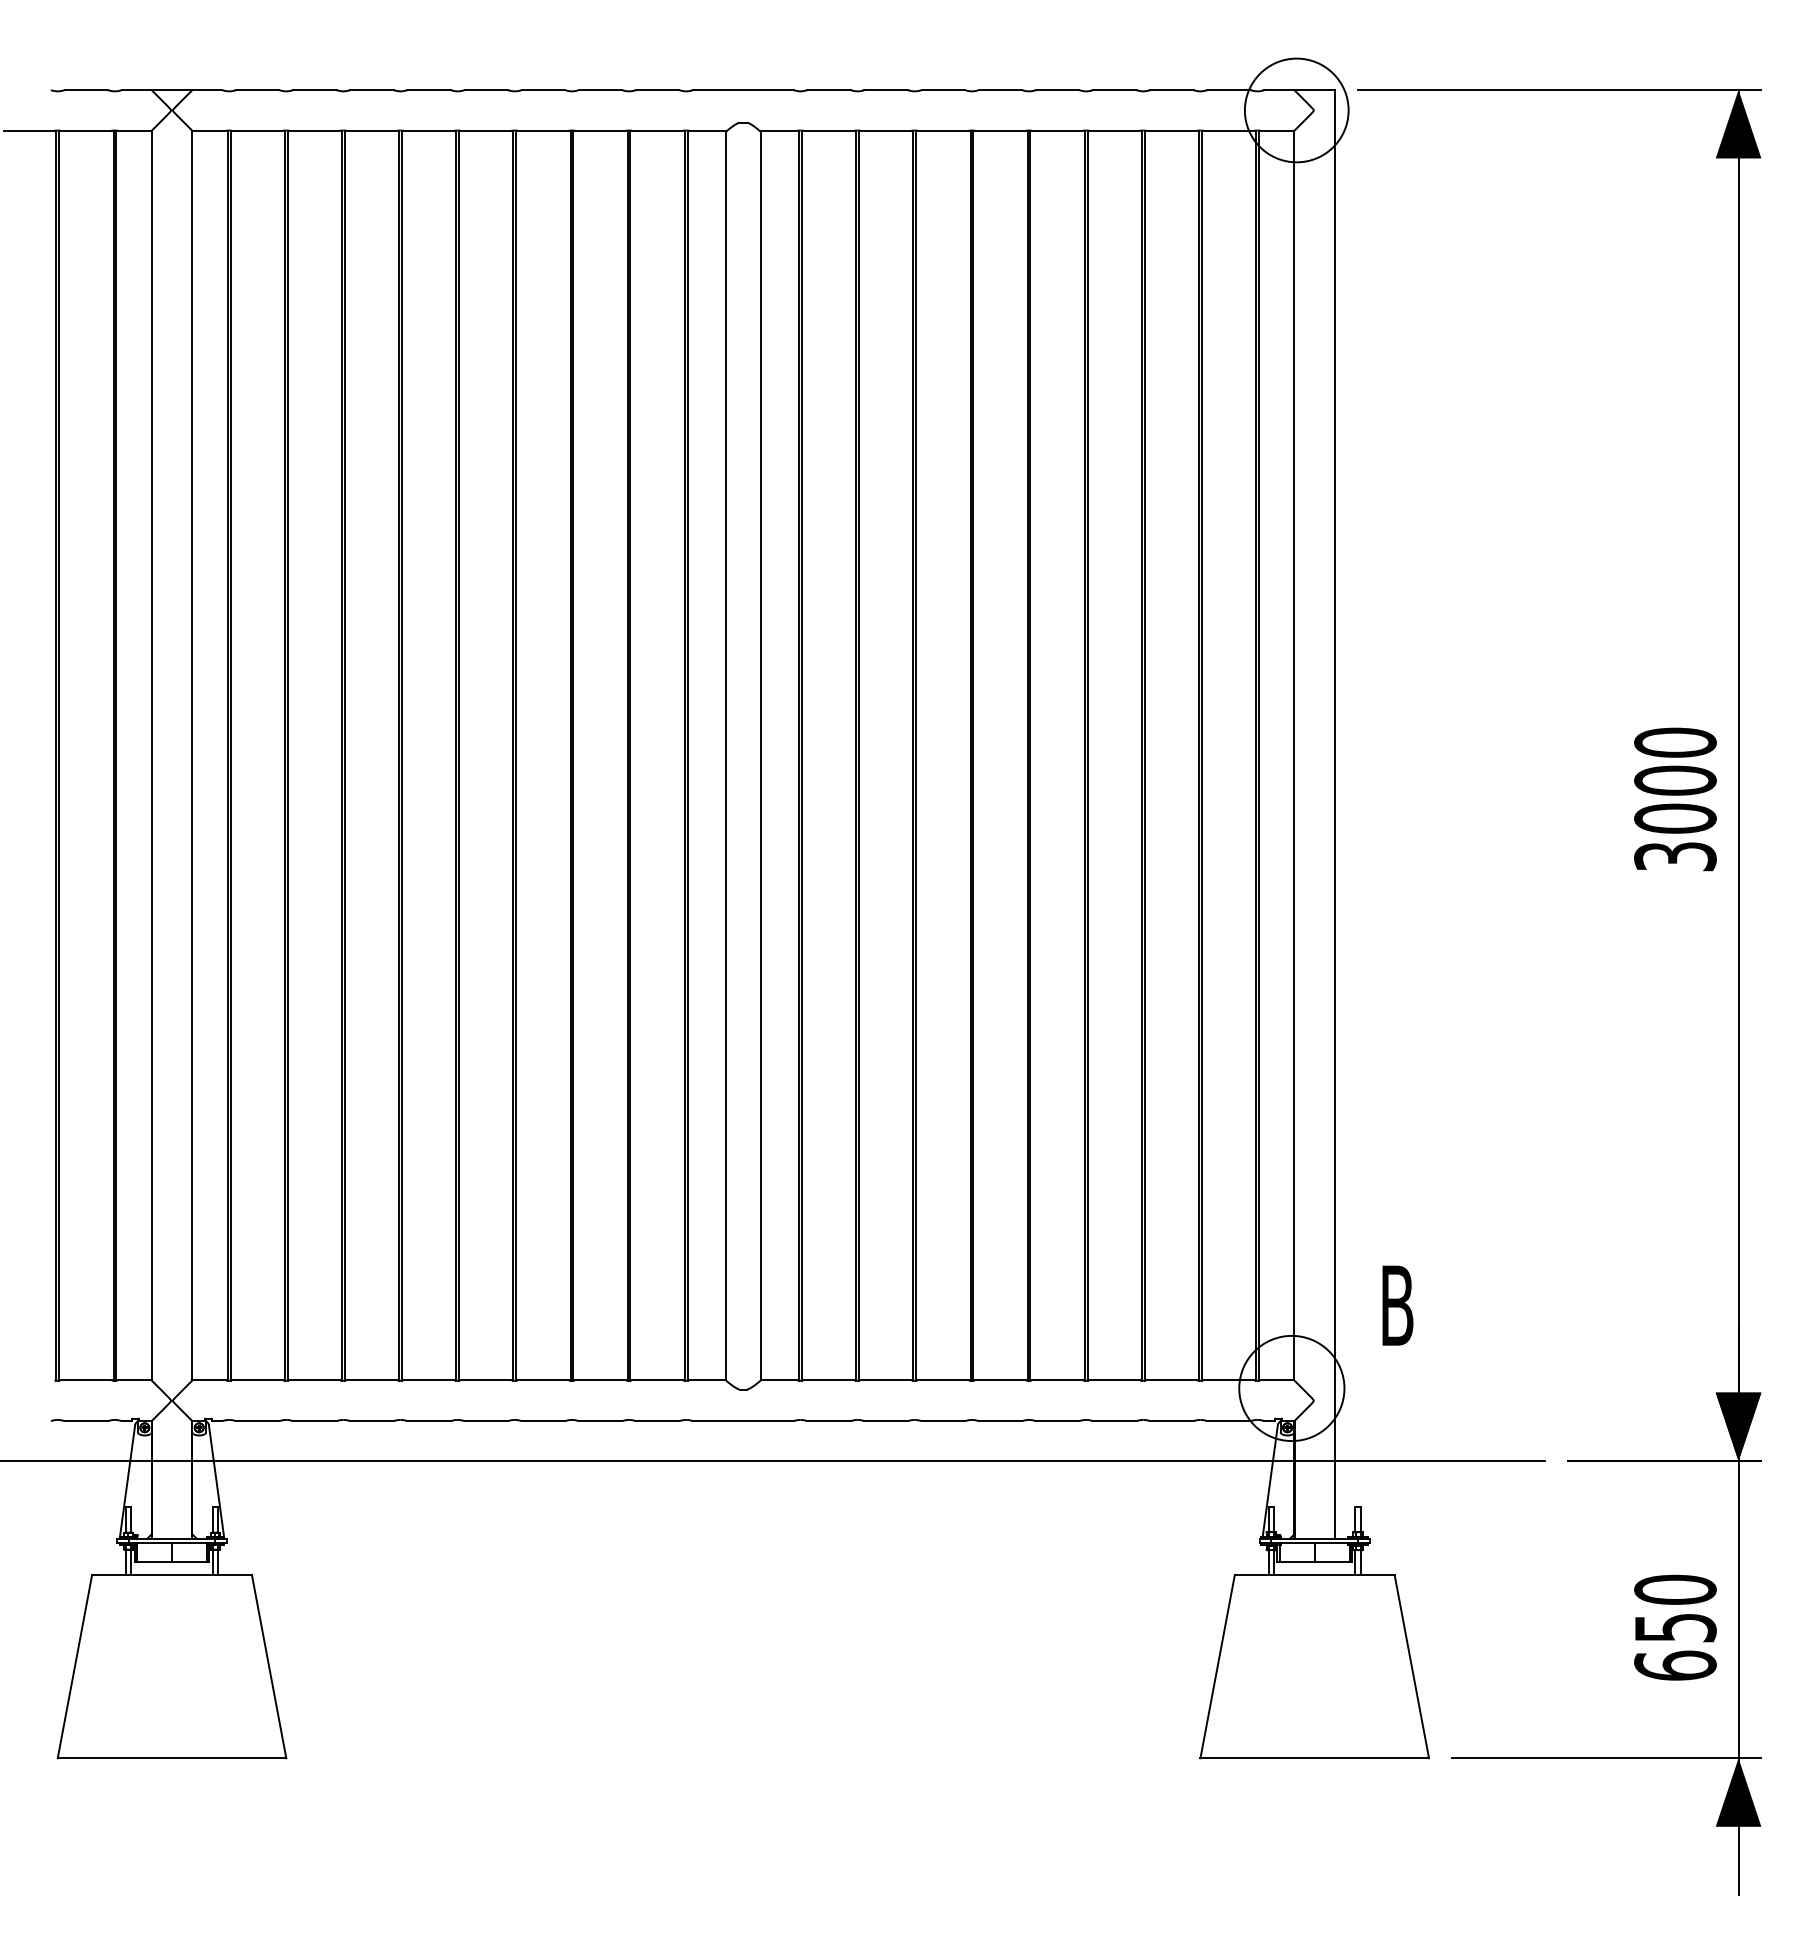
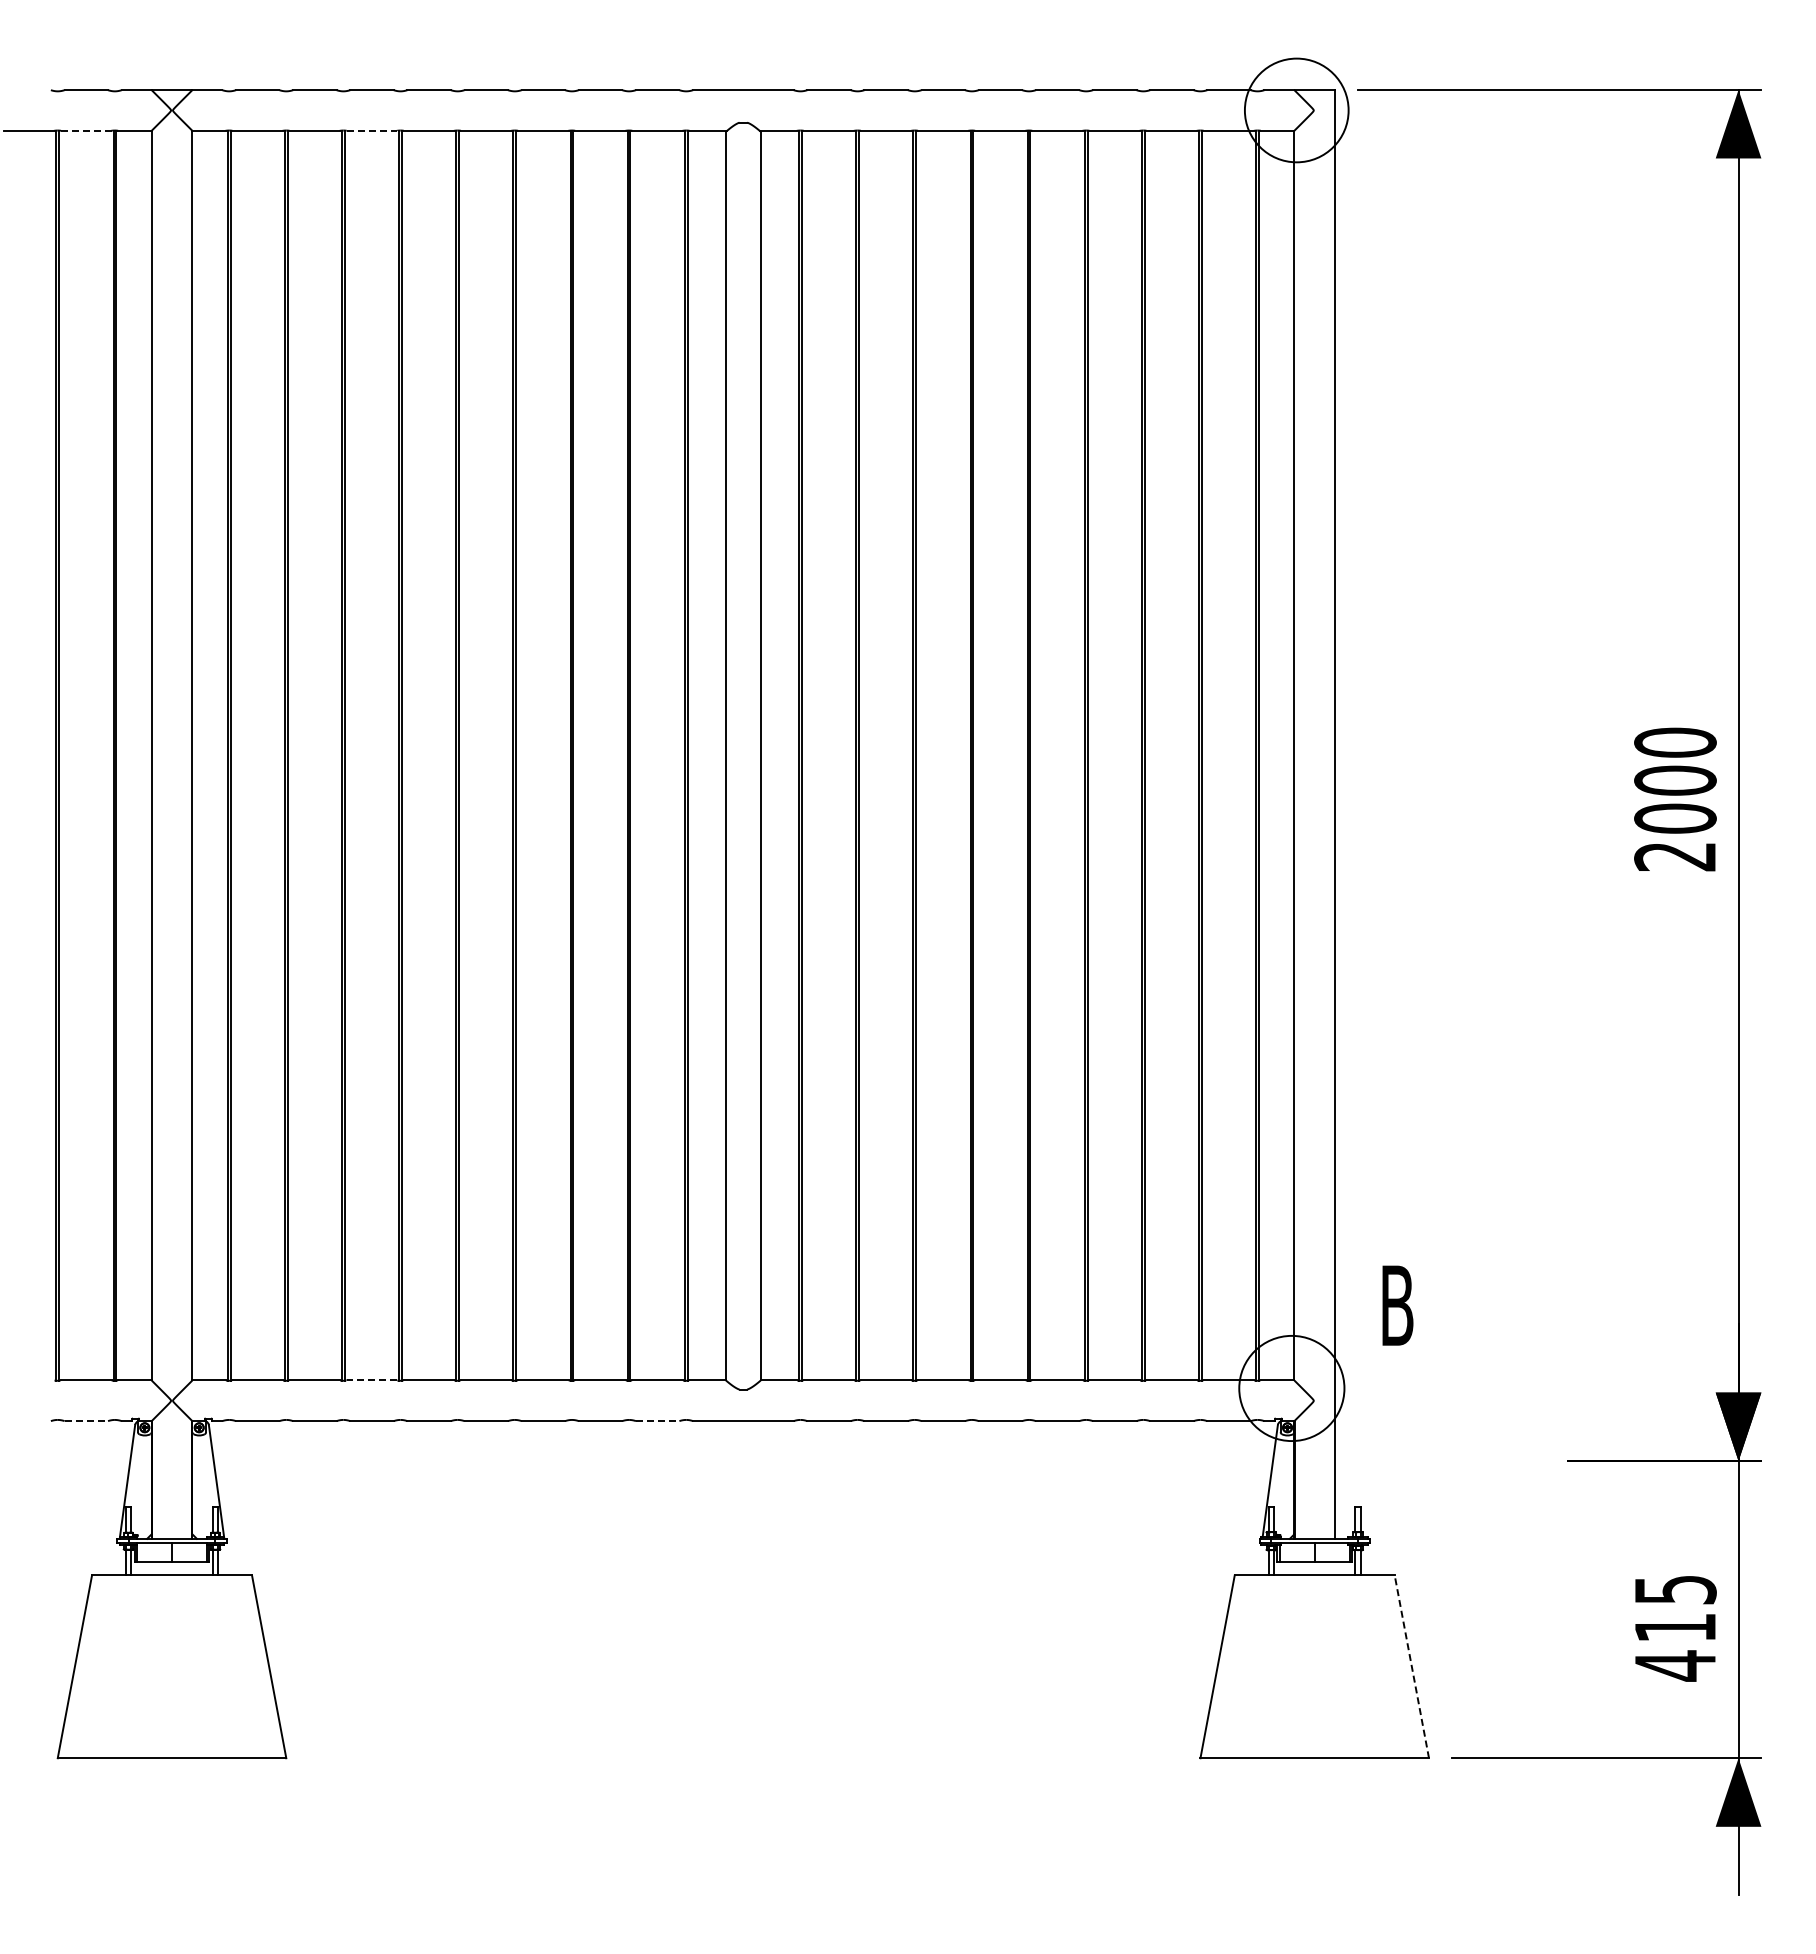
line at (86, 130): solid -> dashed
line at (372, 130): solid -> dashed
text at (1675, 856): 3000 -> 2000
line at (371, 1380): solid -> dashed
line at (86, 1421): solid -> dashed
line at (657, 1421): solid -> dashed
line at (773, 1461): present -> none
text at (1675, 1627): 650 -> 415
line at (1411, 1666): solid -> dashed
